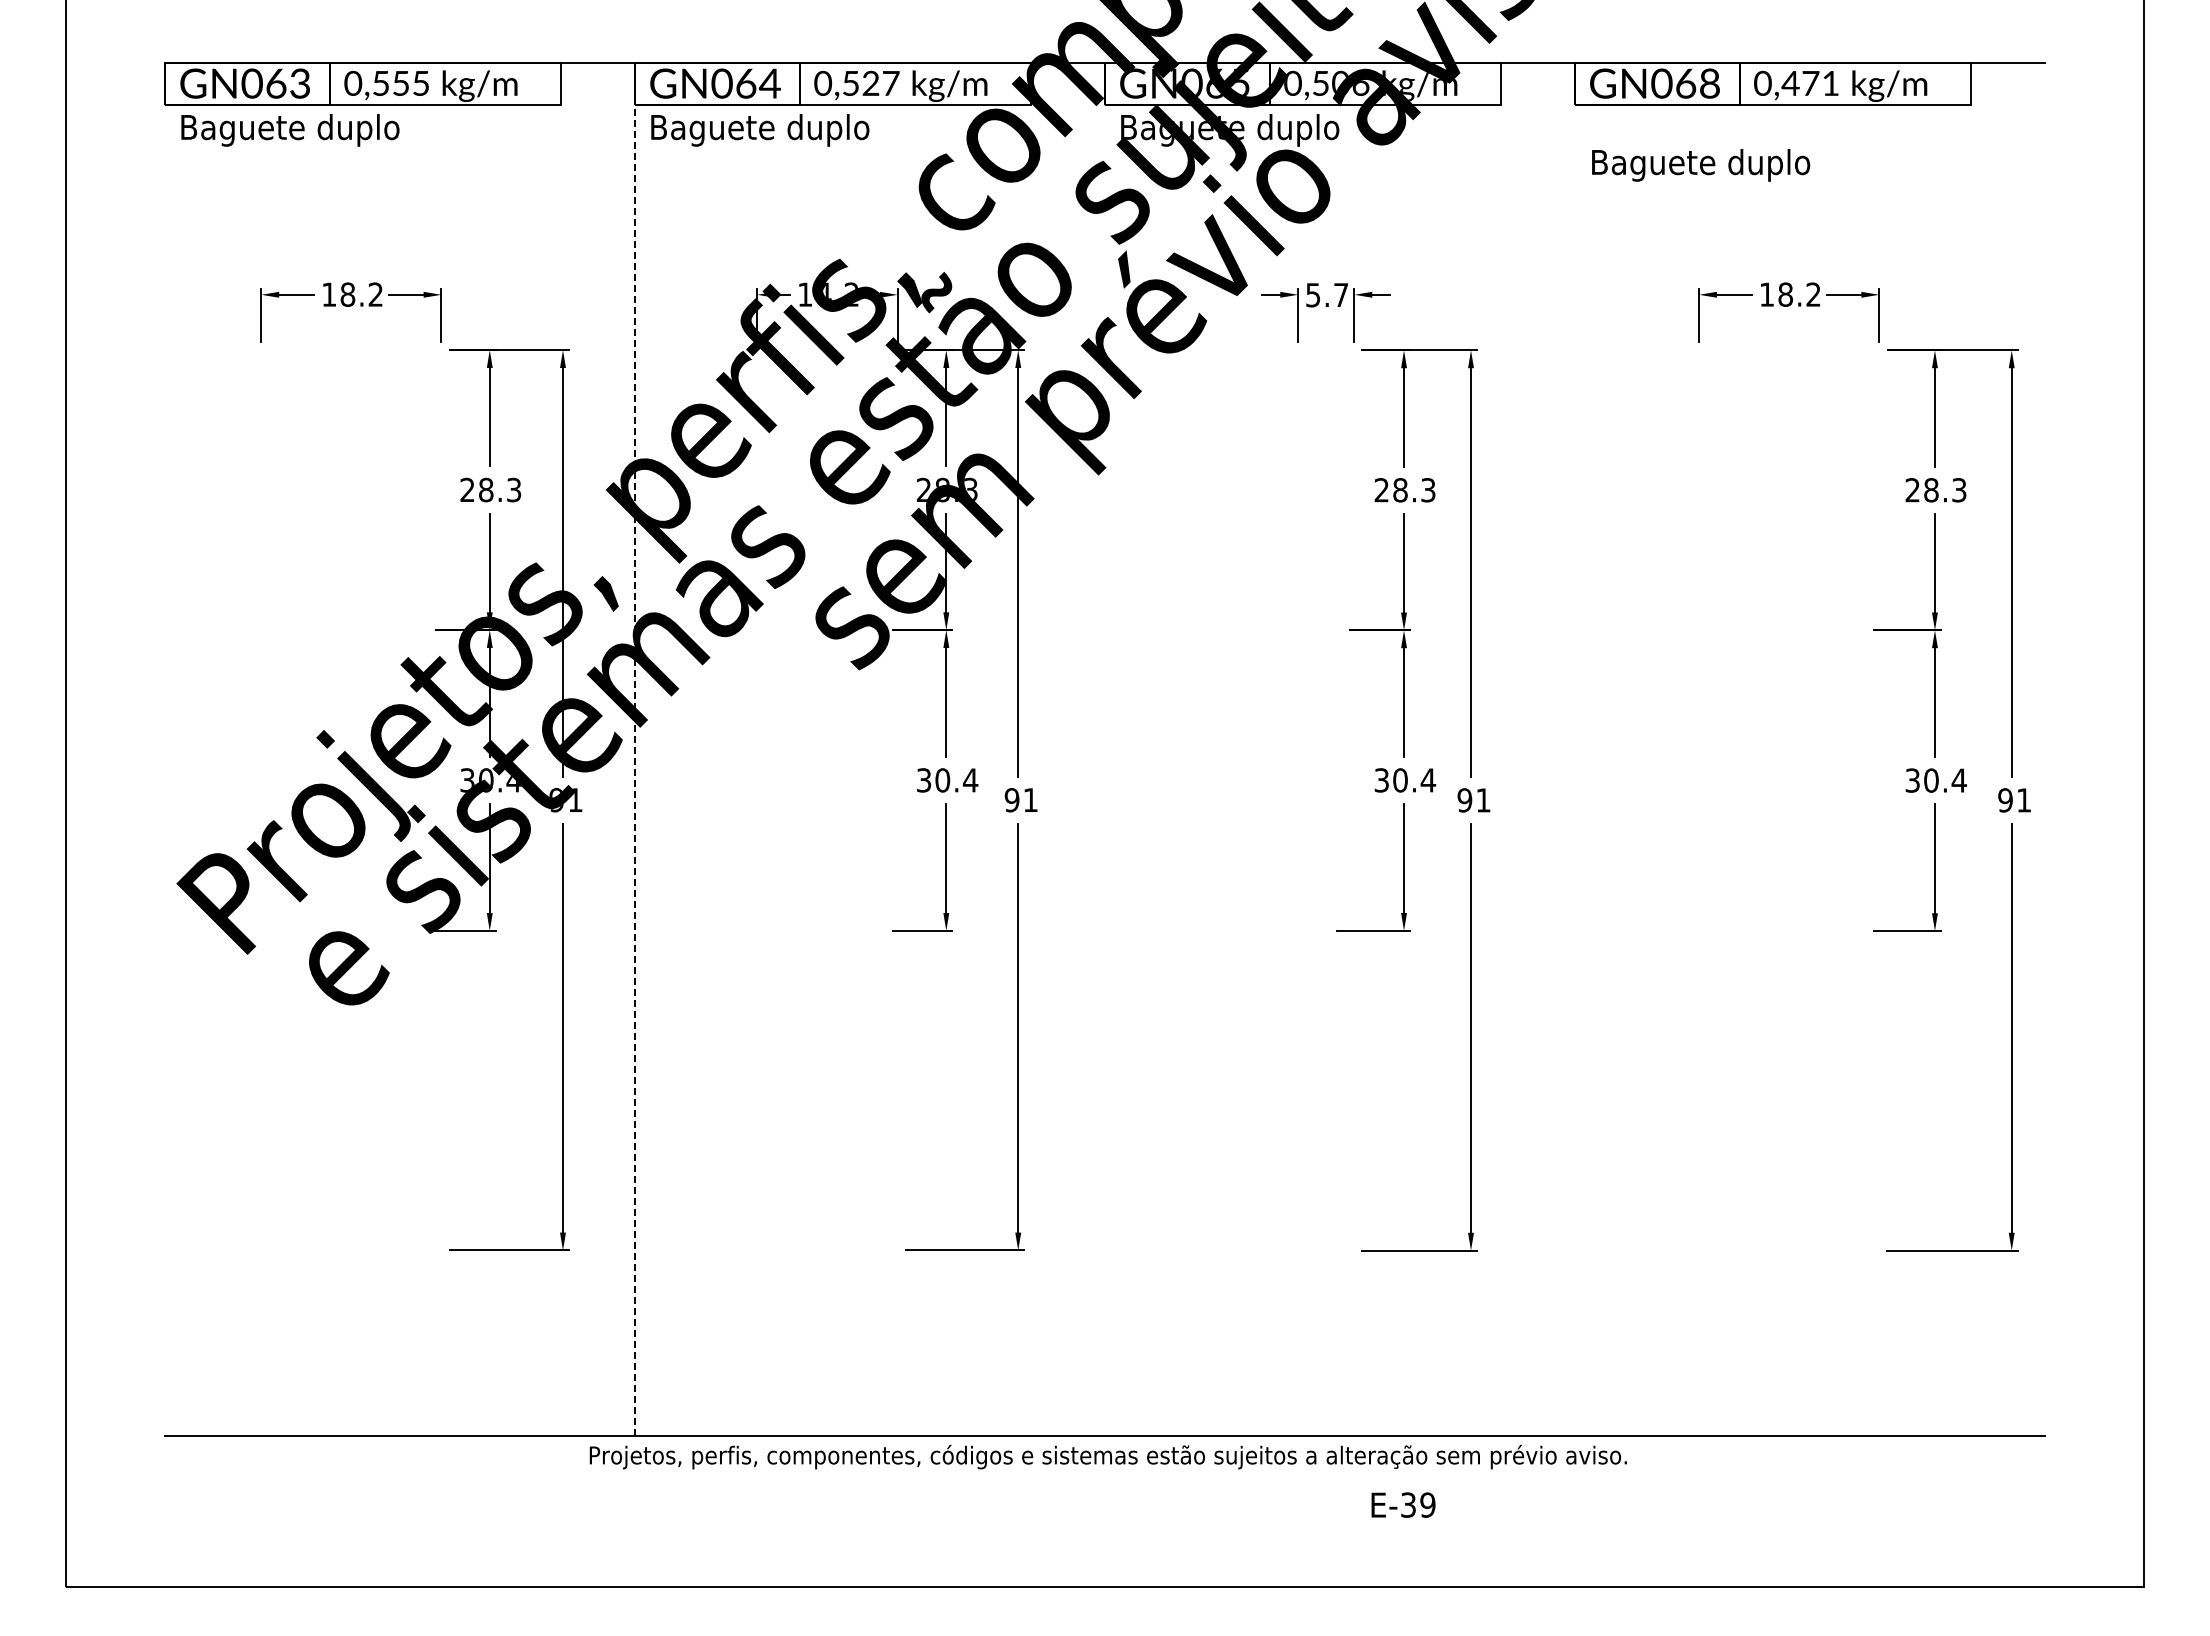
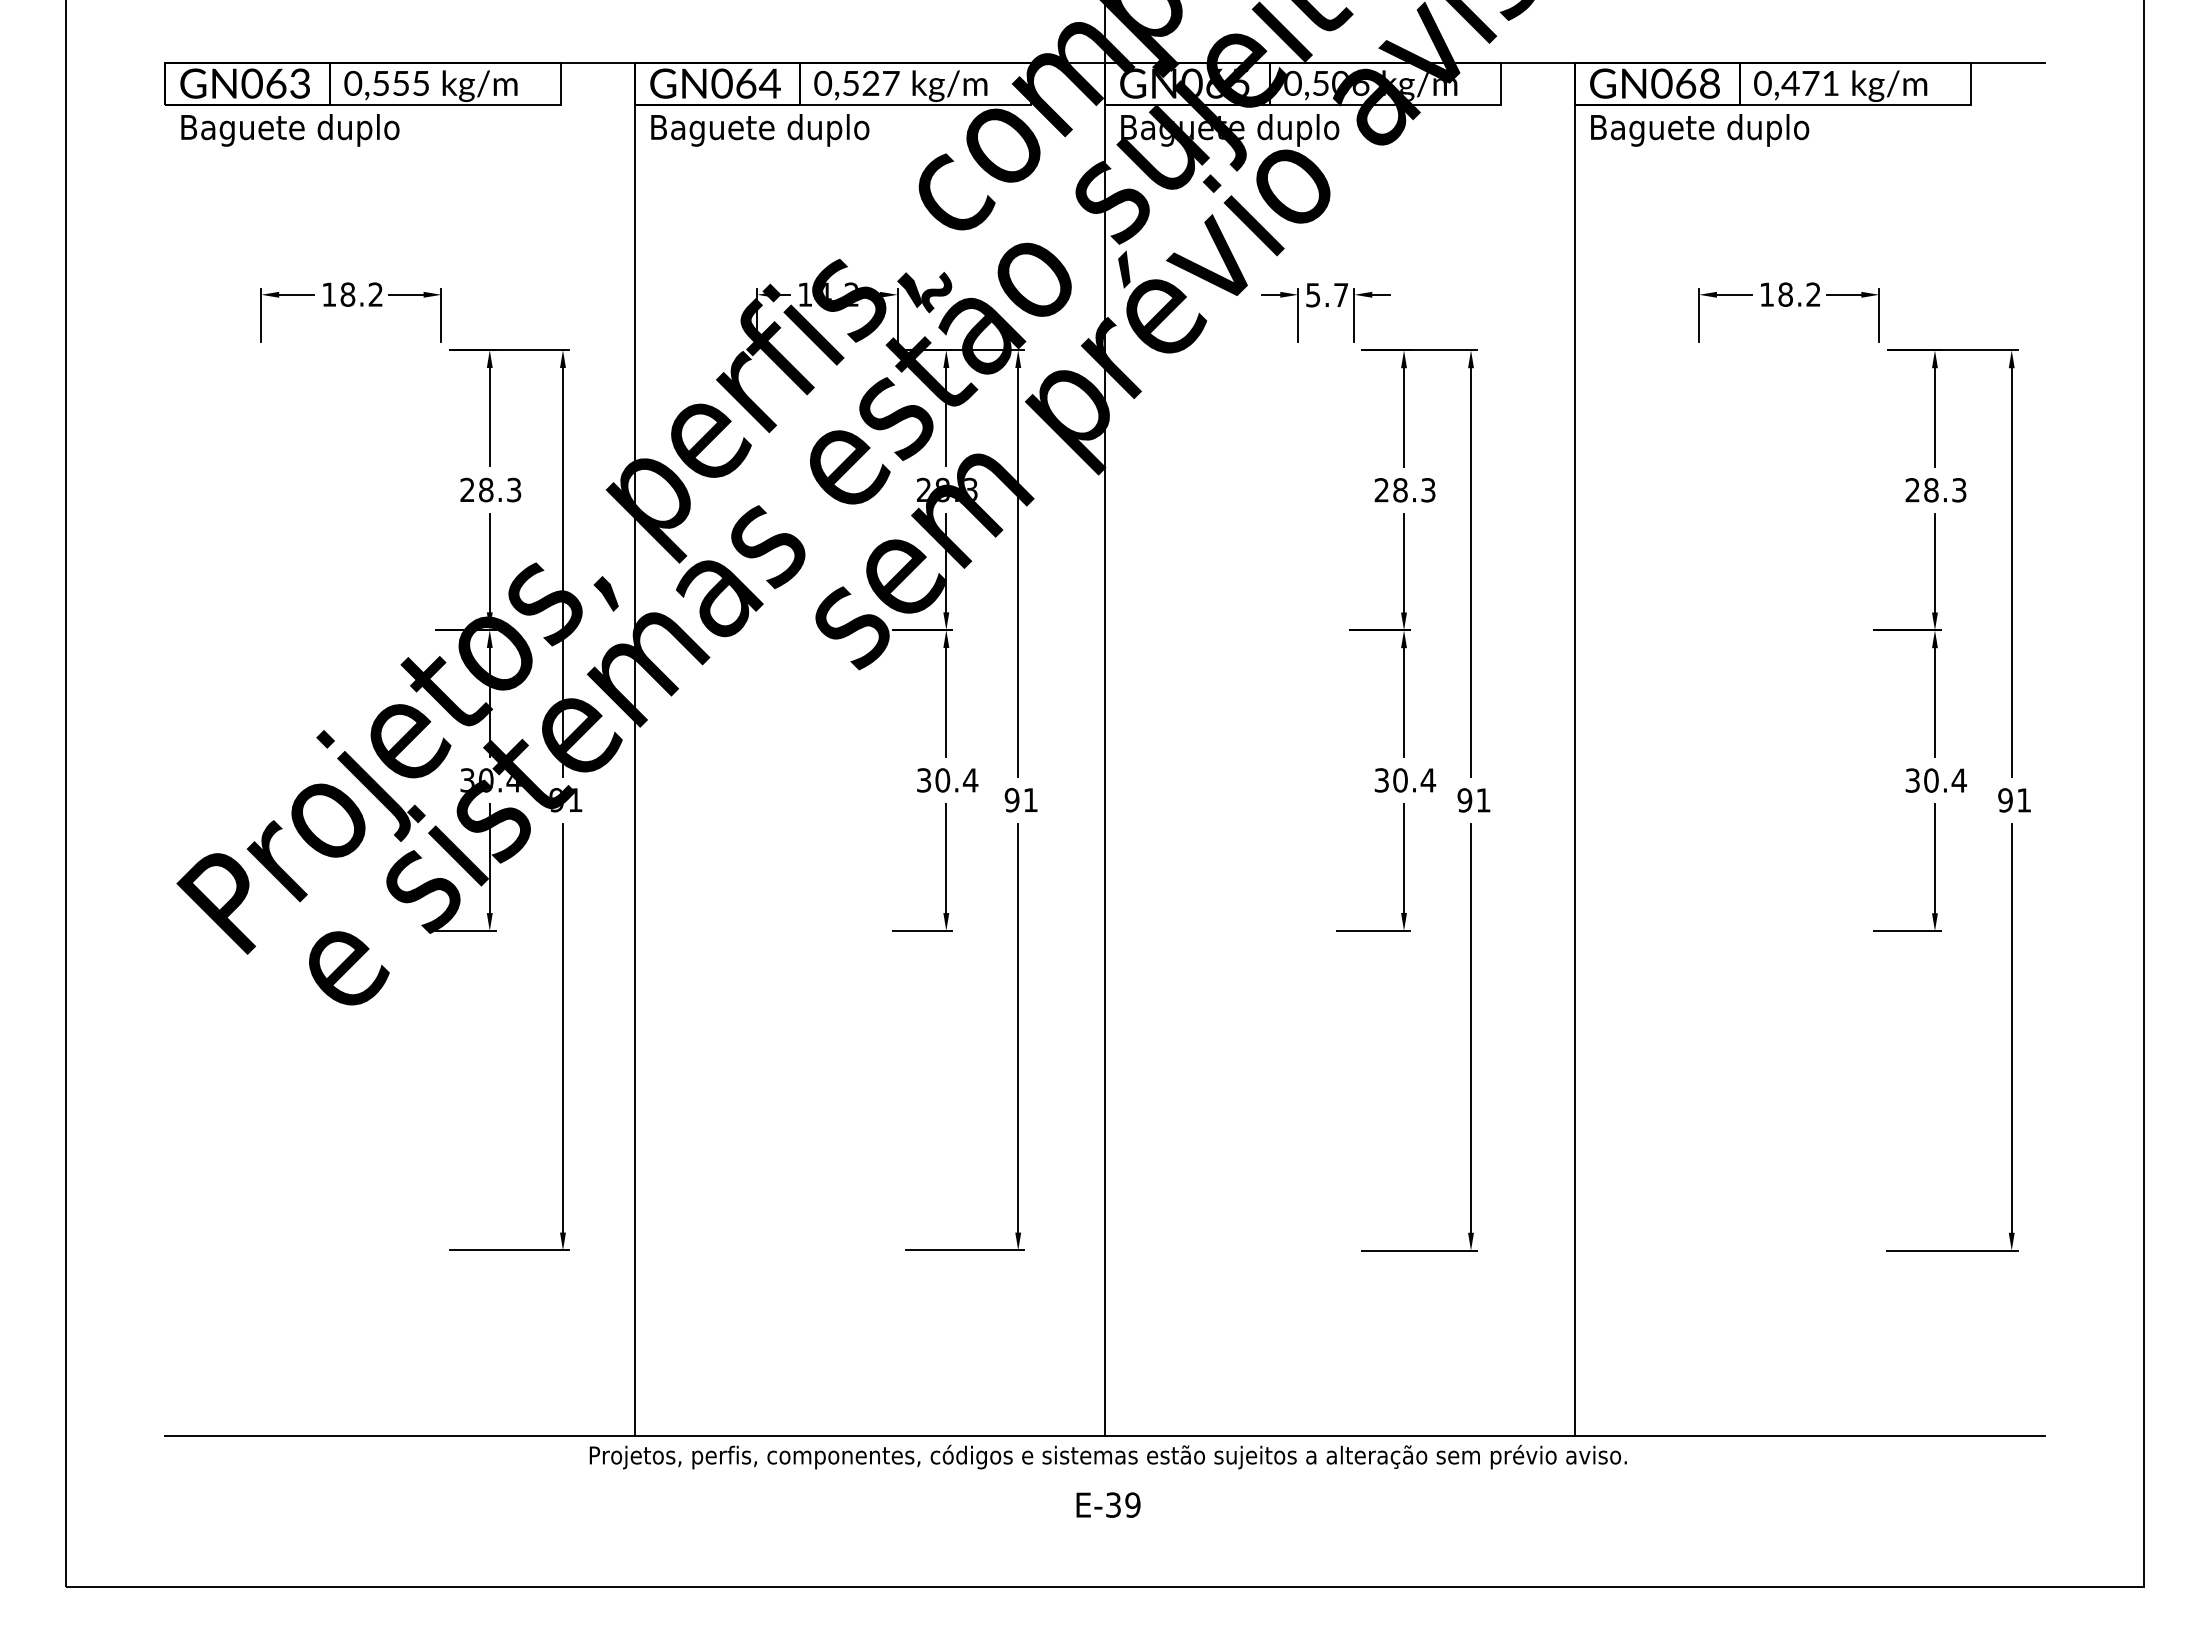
text at (1701, 165) position: (1701, 165) -> (1700, 130)
line at (1104, 718): none -> present
line at (635, 749): dashed -> solid
line at (1574, 749): none -> present
text at (1403, 1504) position: (1403, 1504) -> (1108, 1504)
